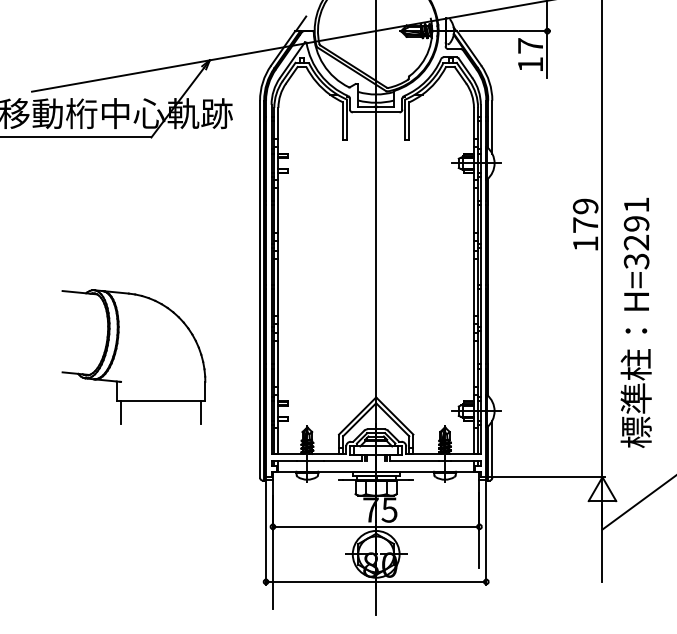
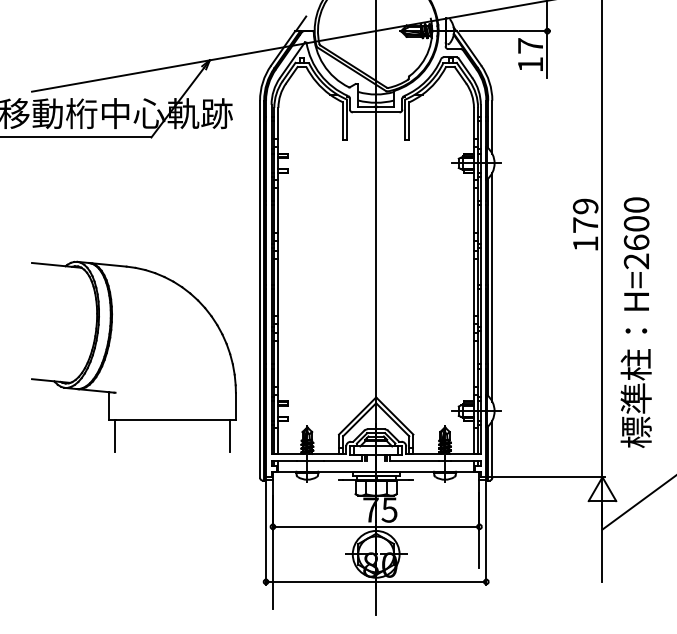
text at (636, 233): H=3291 -> H=2600
line at (492, 286): none -> present
part at (133, 356) size: 146x136 px -> 206x193 px
